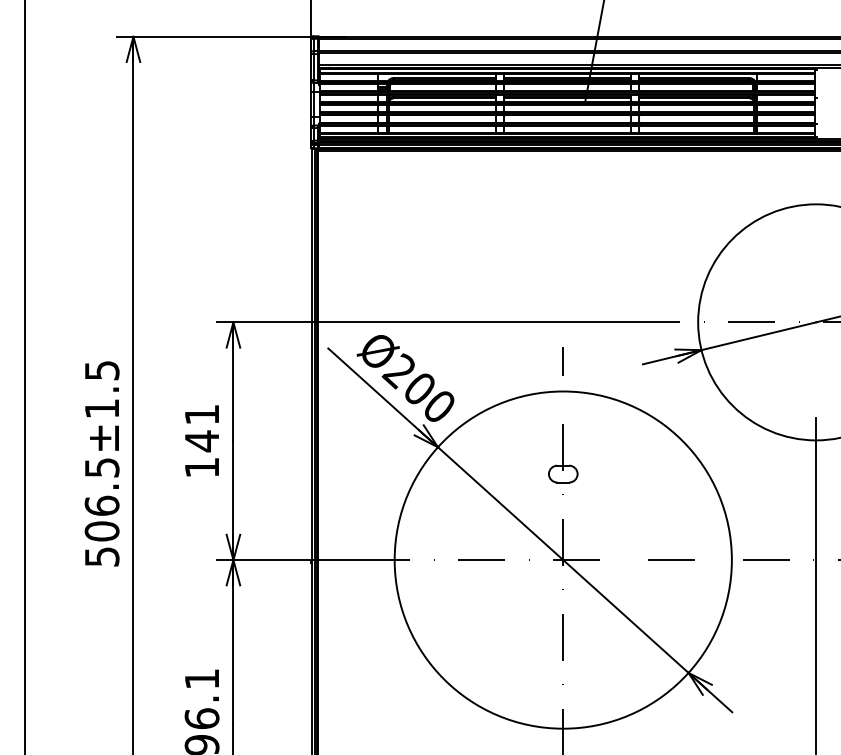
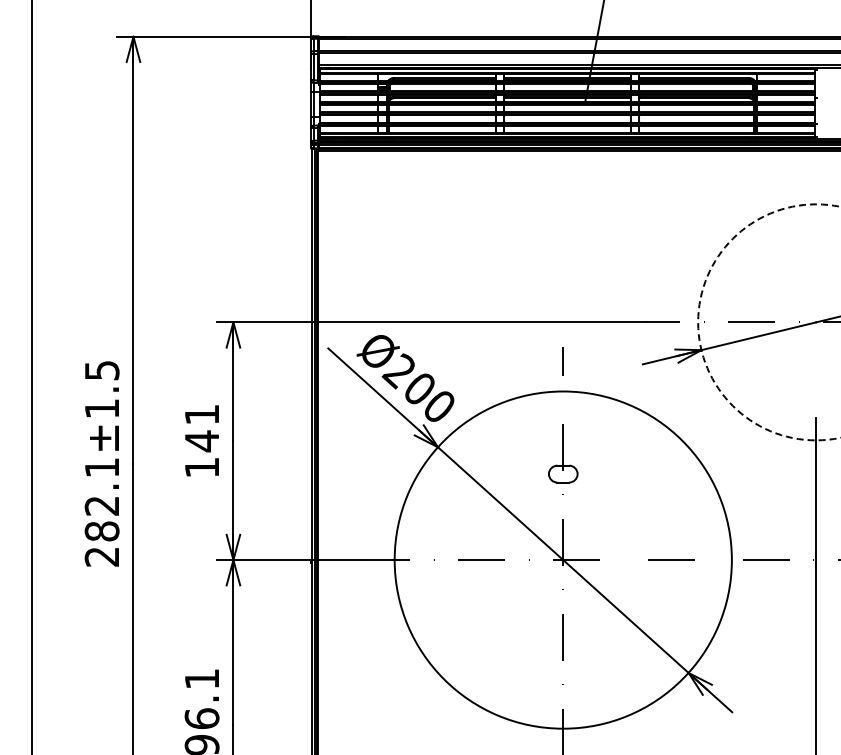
circle at (769, 322): solid -> dashed
line at (25, 376) position: (25, 376) -> (32, 376)
text at (101, 512): 506.5±1.5 -> 282.1±1.5
